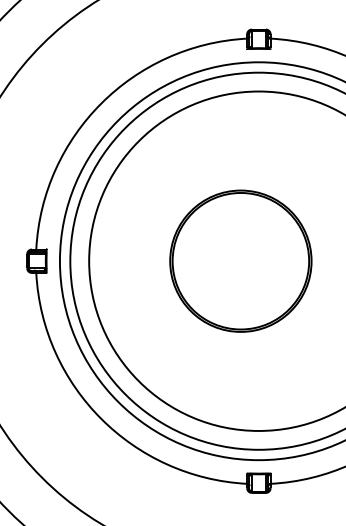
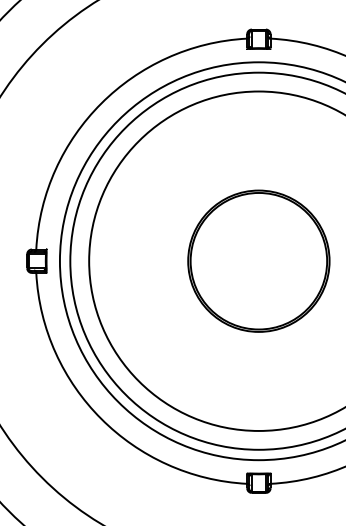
part at (240, 260) position: (240, 260) -> (258, 260)
